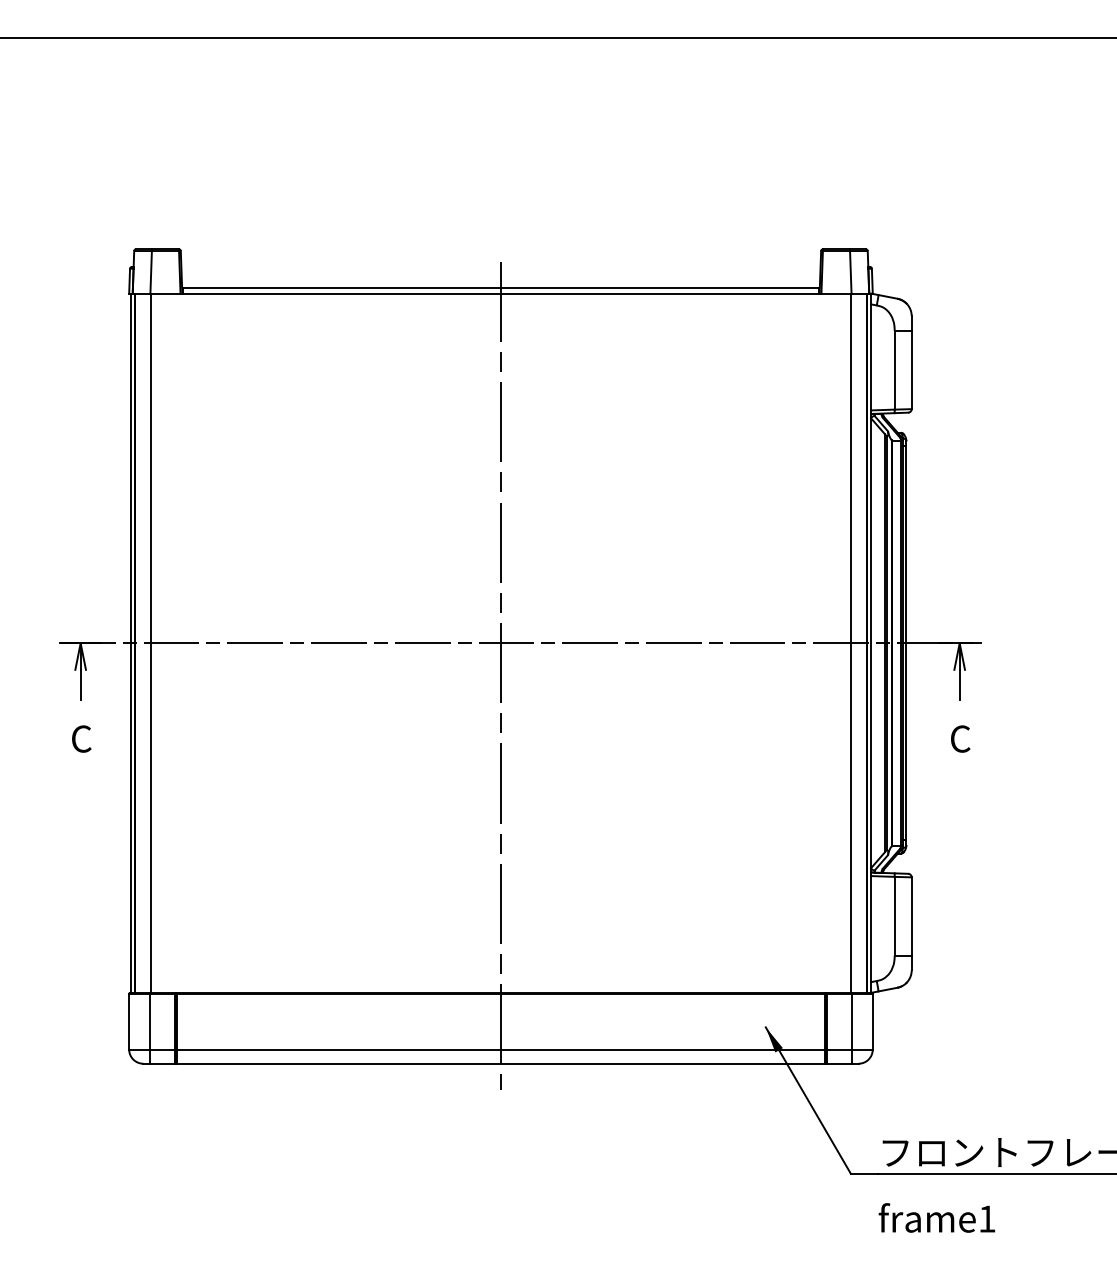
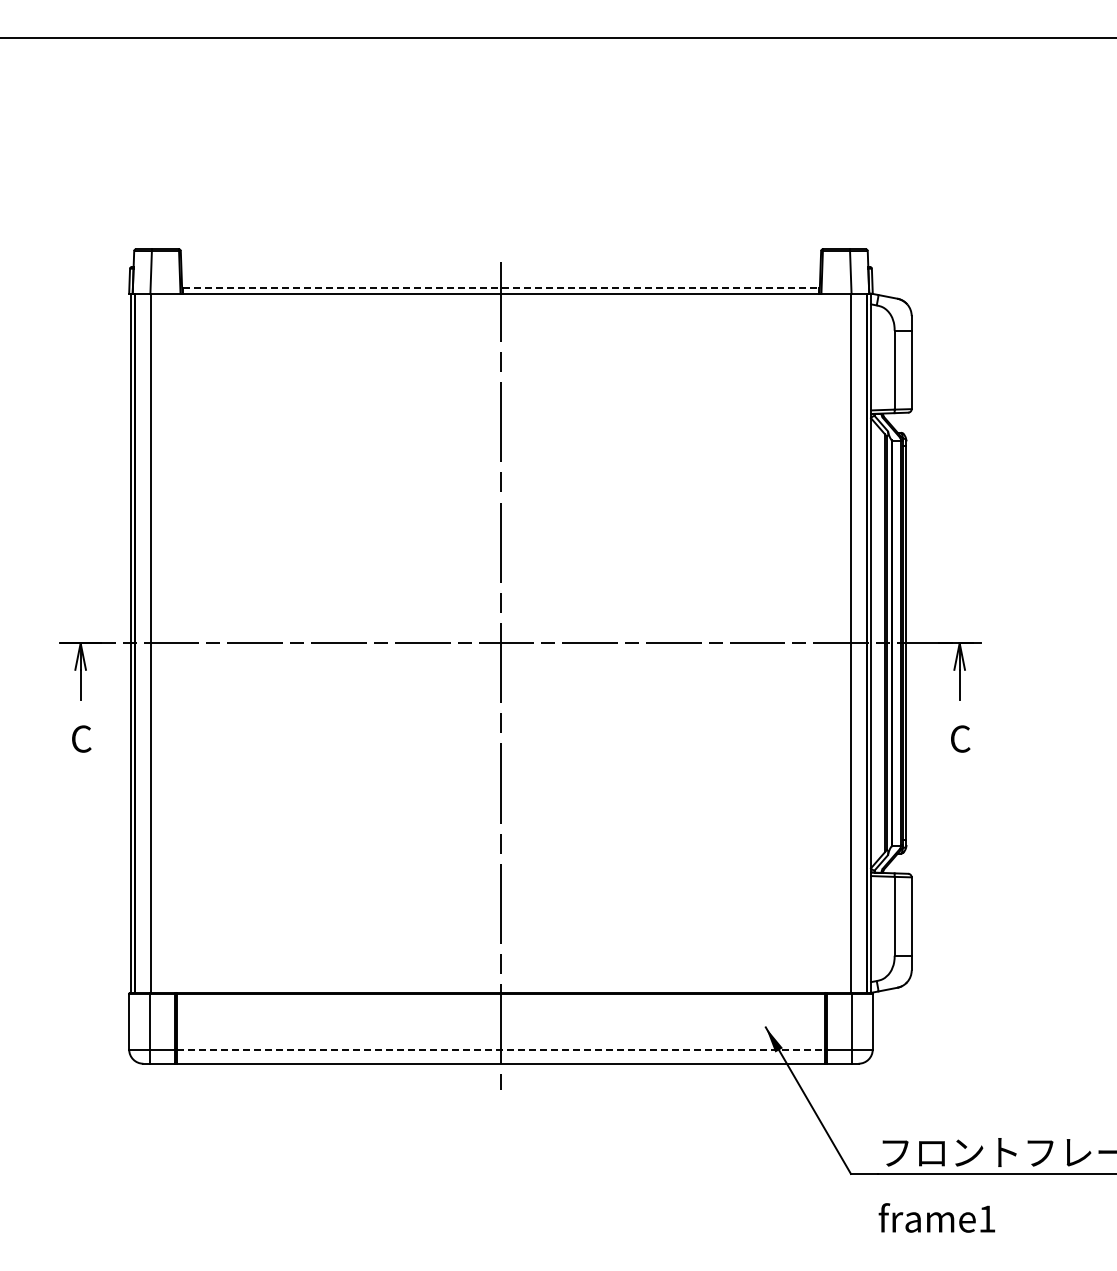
line at (500, 288): solid -> dashed
line at (500, 1049): solid -> dashed
